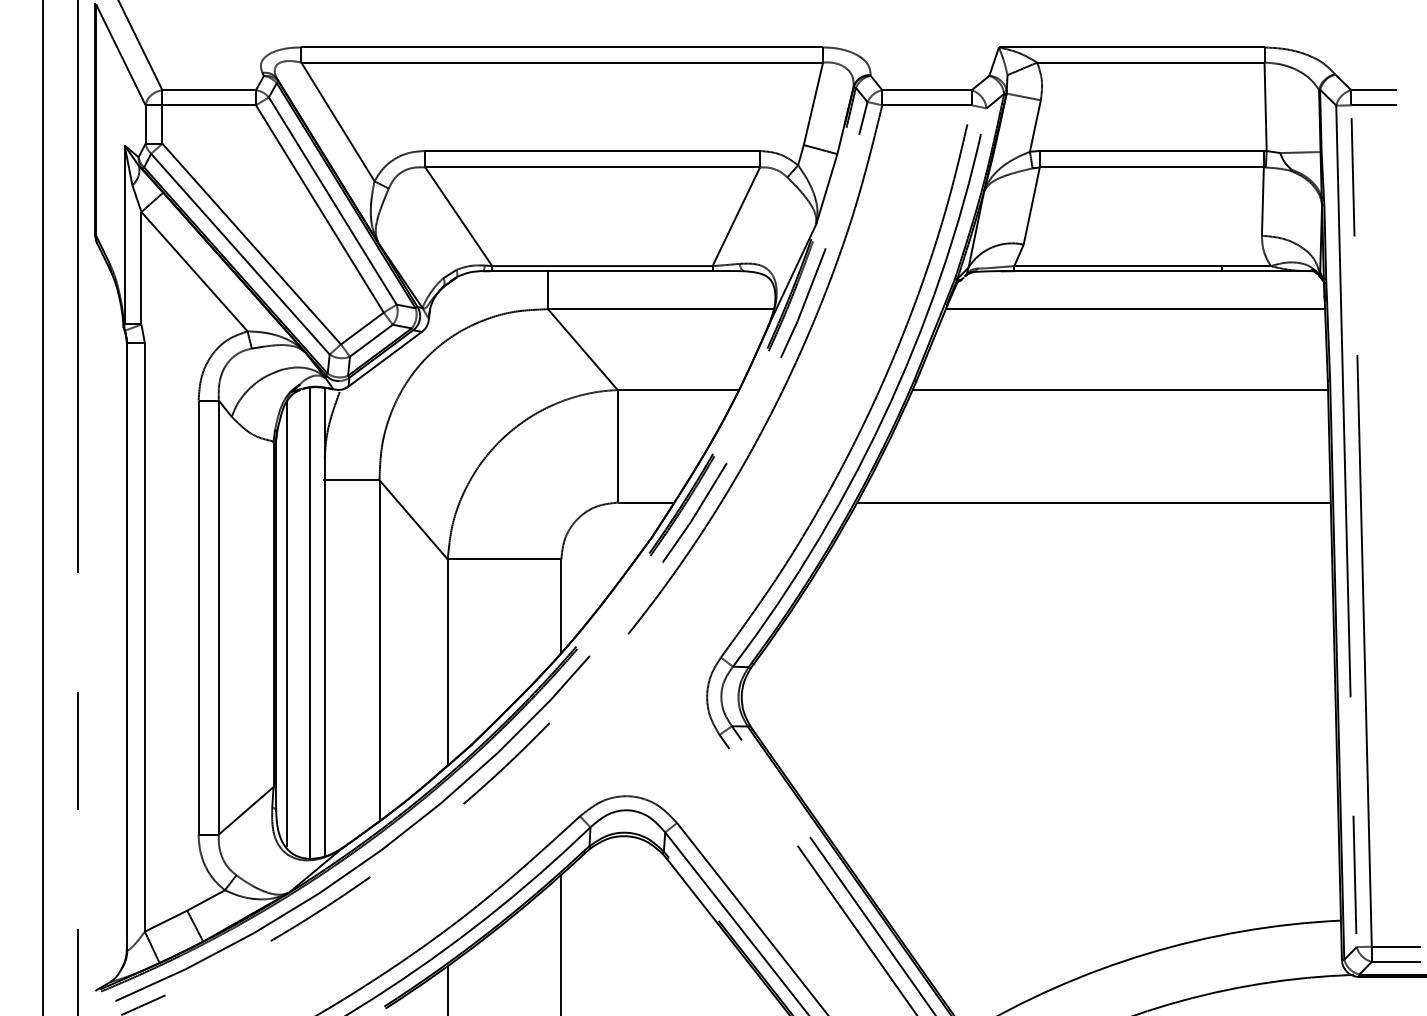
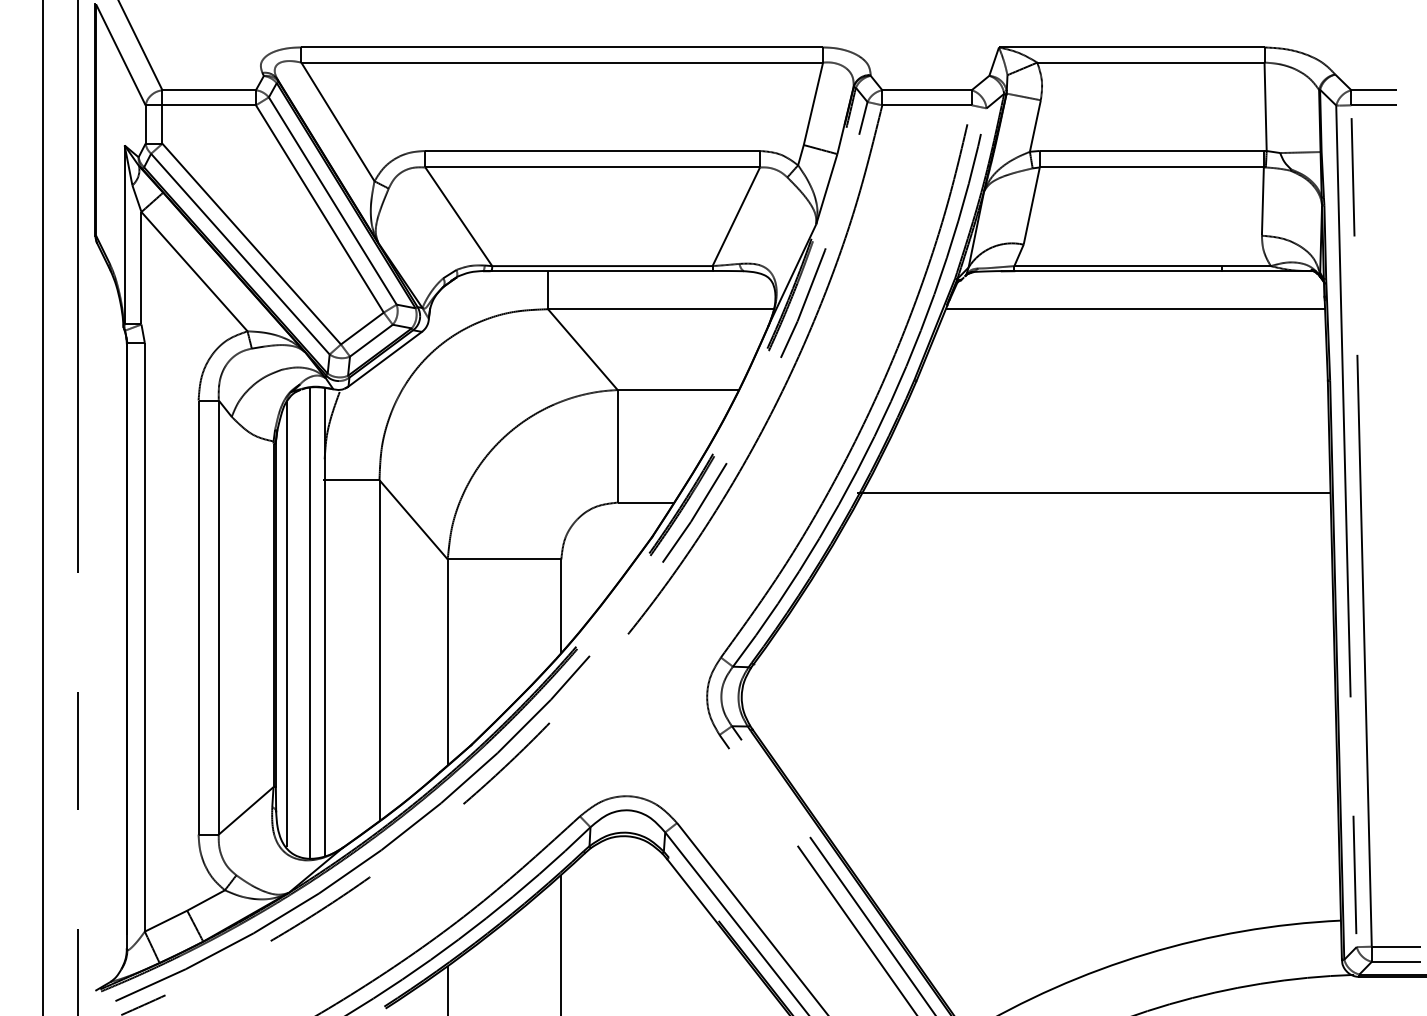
line at (1120, 390): present -> none
line at (1093, 502) position: (1093, 502) -> (1093, 492)
